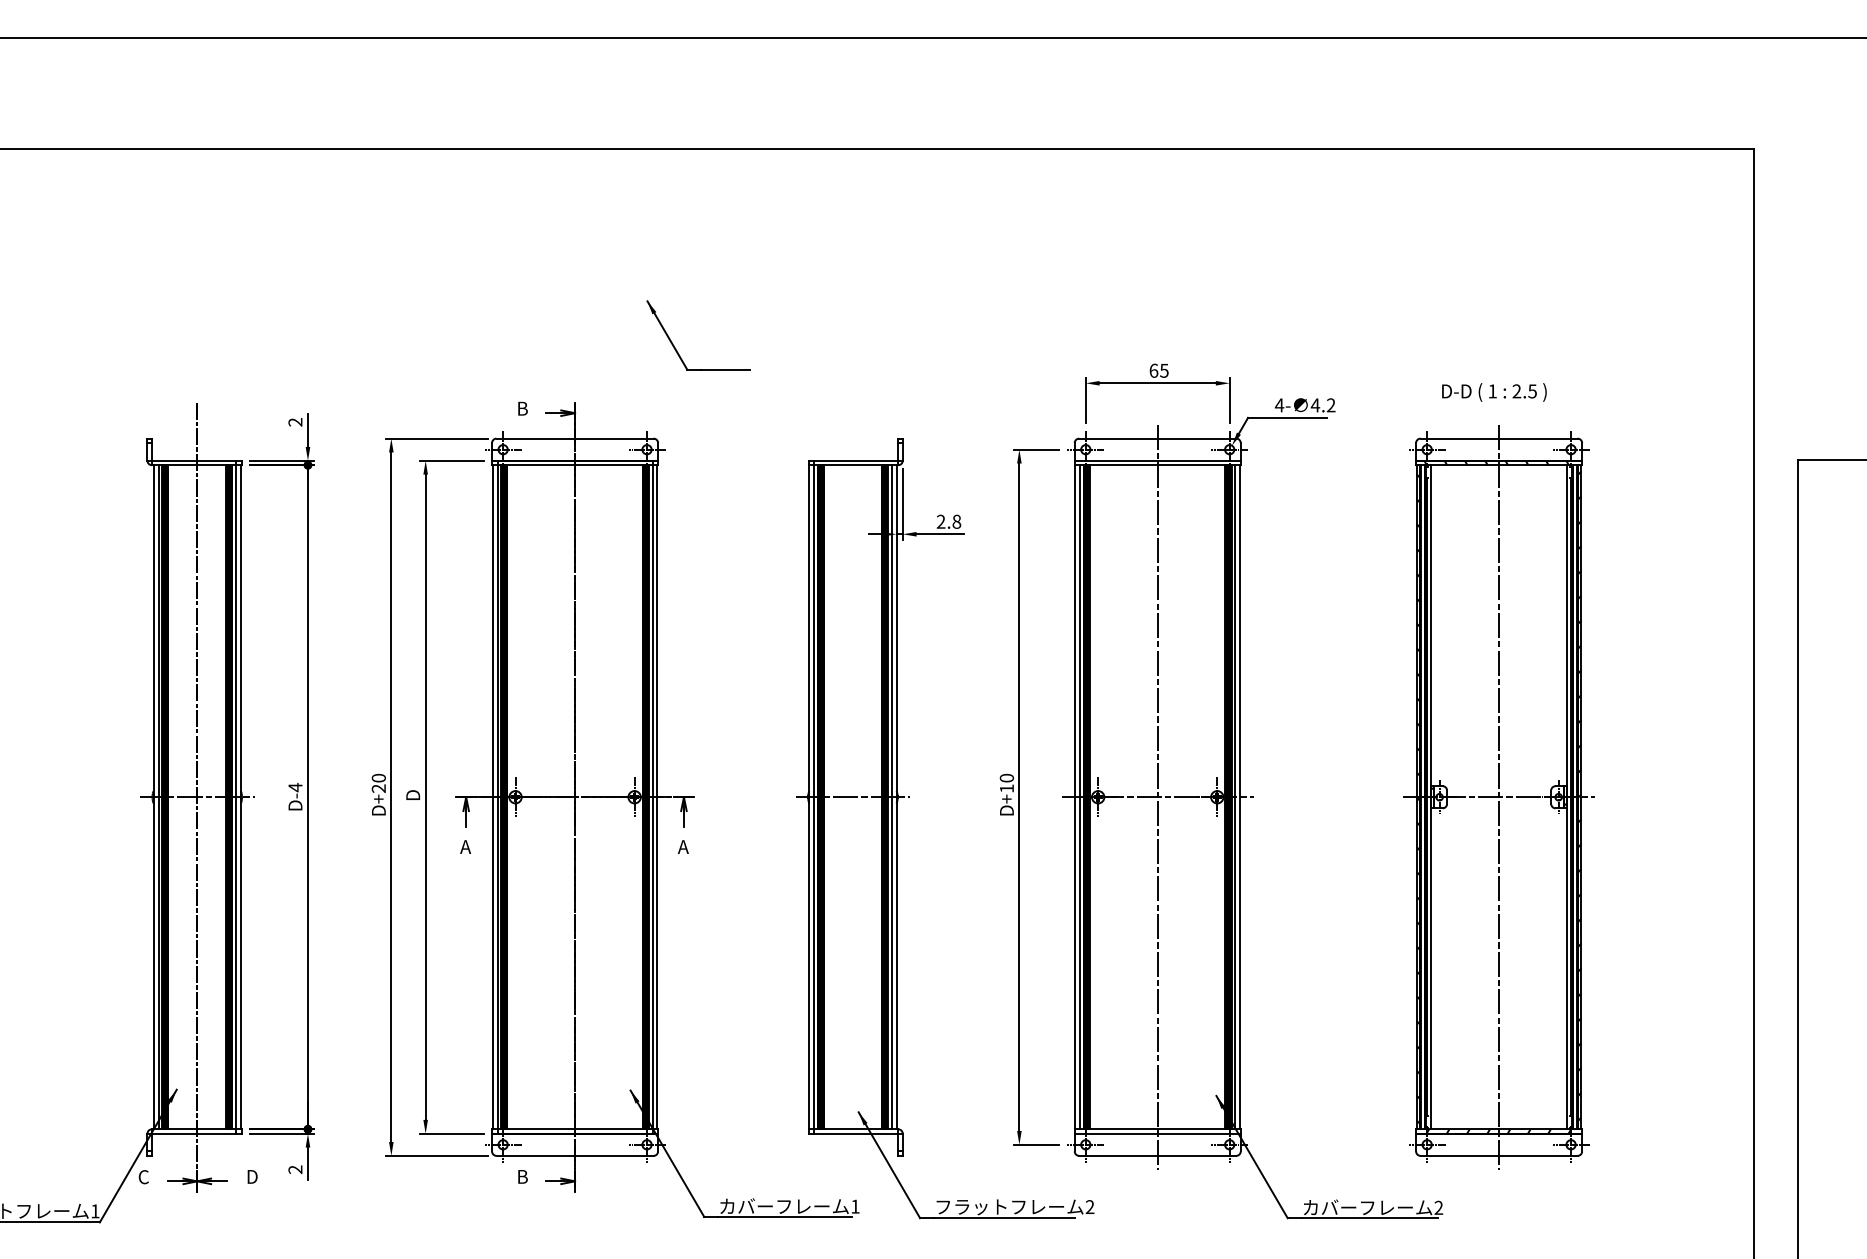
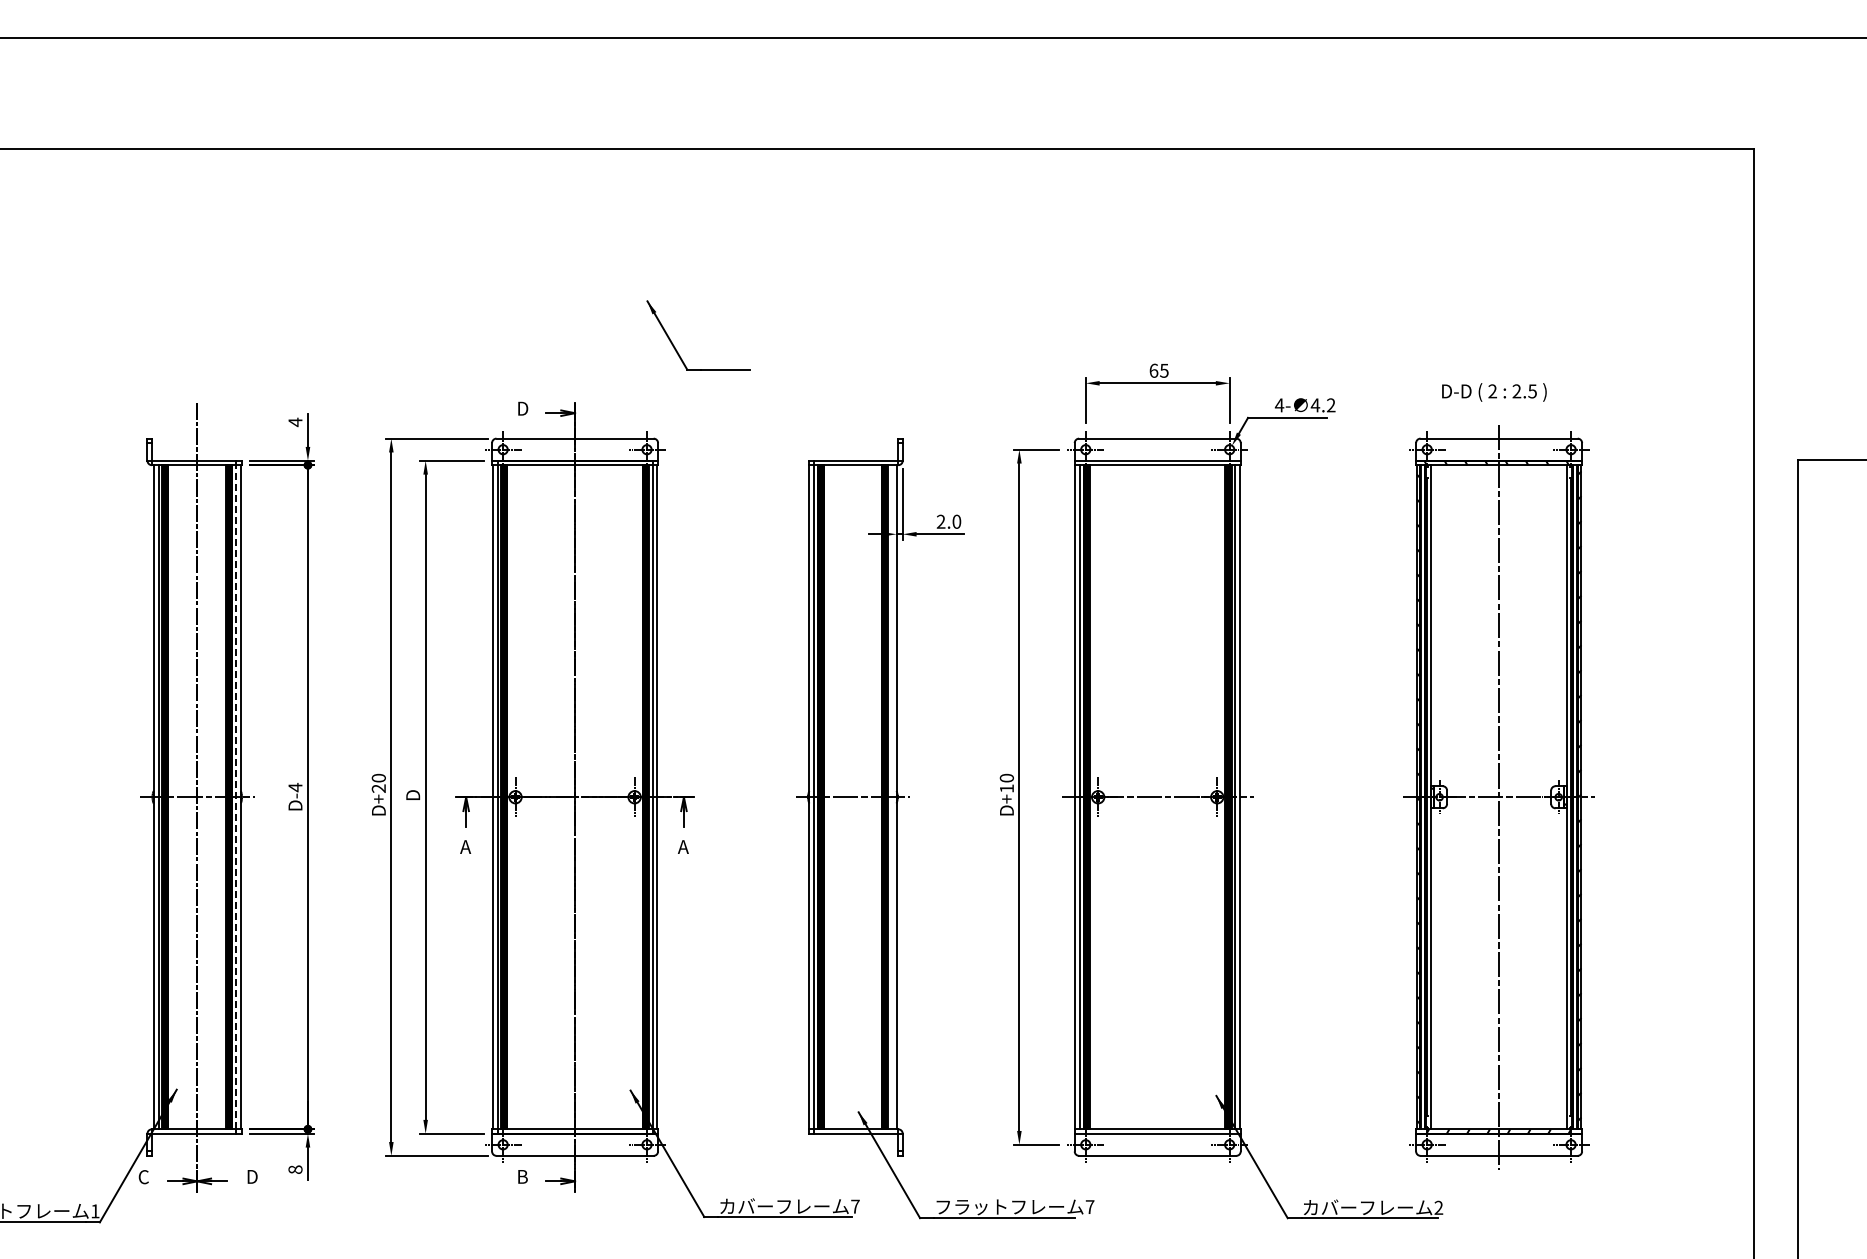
text at (1492, 391): 1 -> 2
text at (524, 408): B -> D
text at (295, 422): 2 -> 4
text at (956, 521): 2.8 -> 2.0
line at (236, 796): solid -> dashed
line at (1157, 796): present -> none
line at (891, 797): present -> none
text at (295, 1169): 2 -> 8
text at (855, 1206): 1 -> 7
text at (1089, 1206): 2 -> 7
